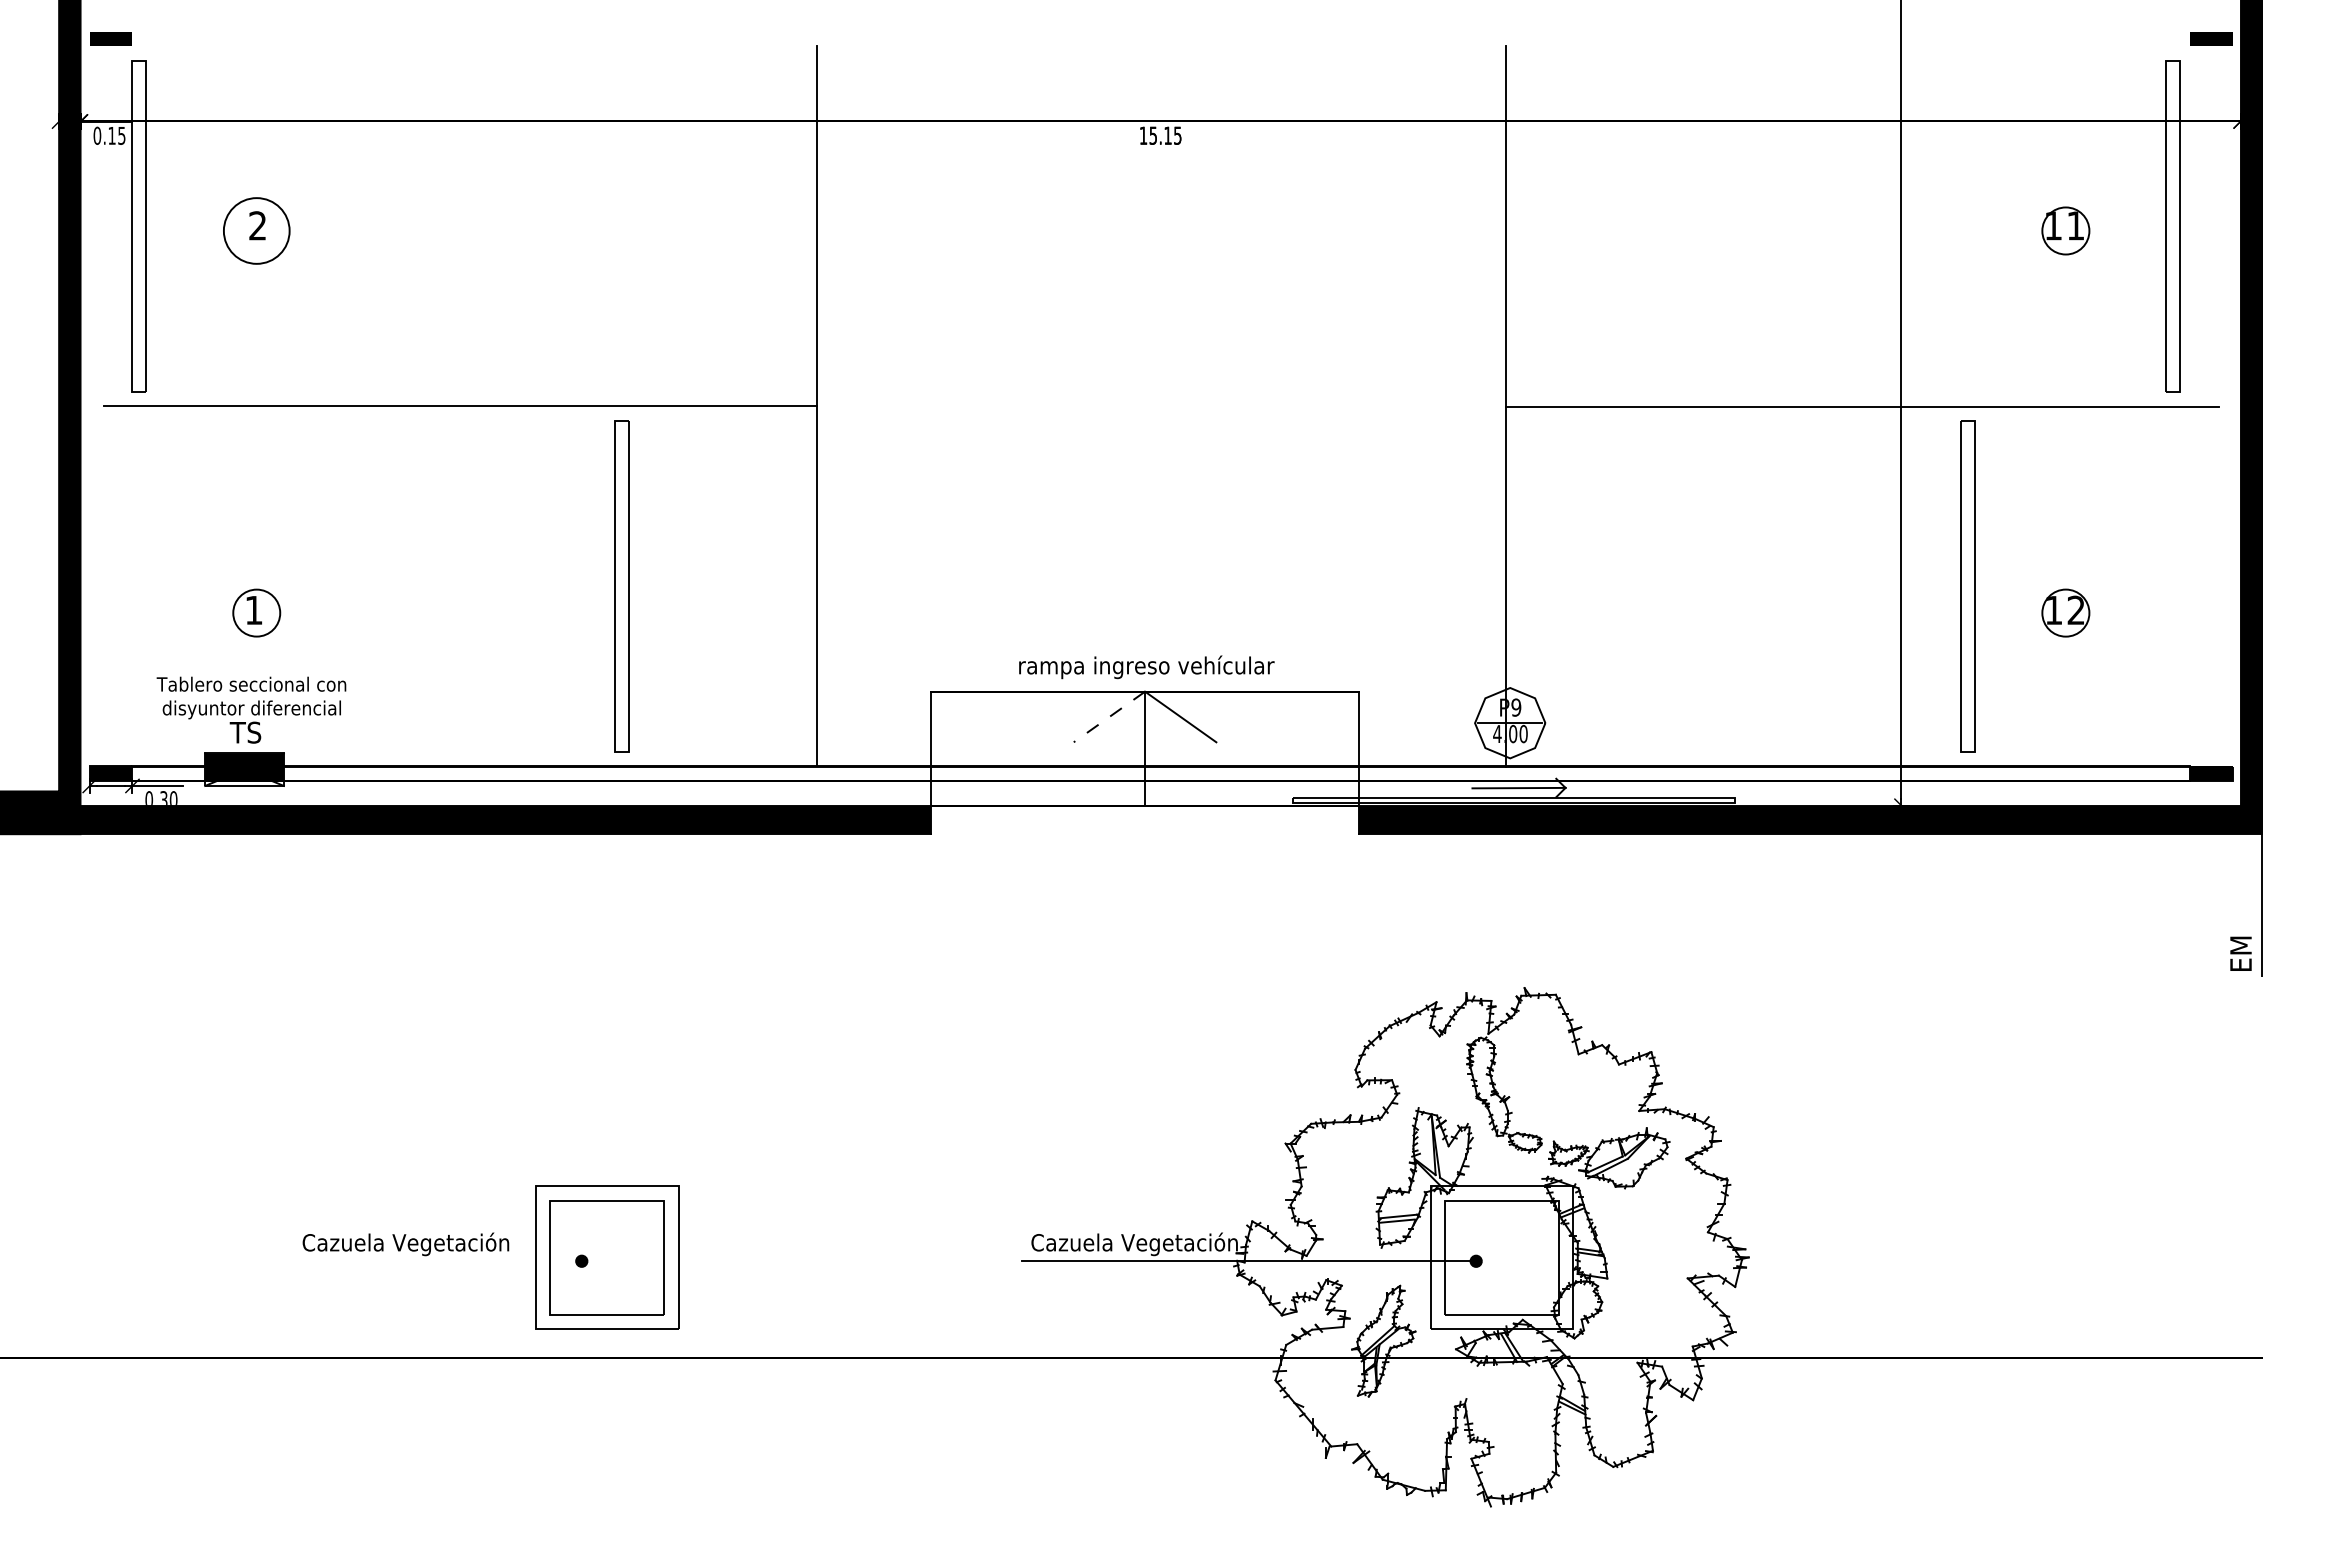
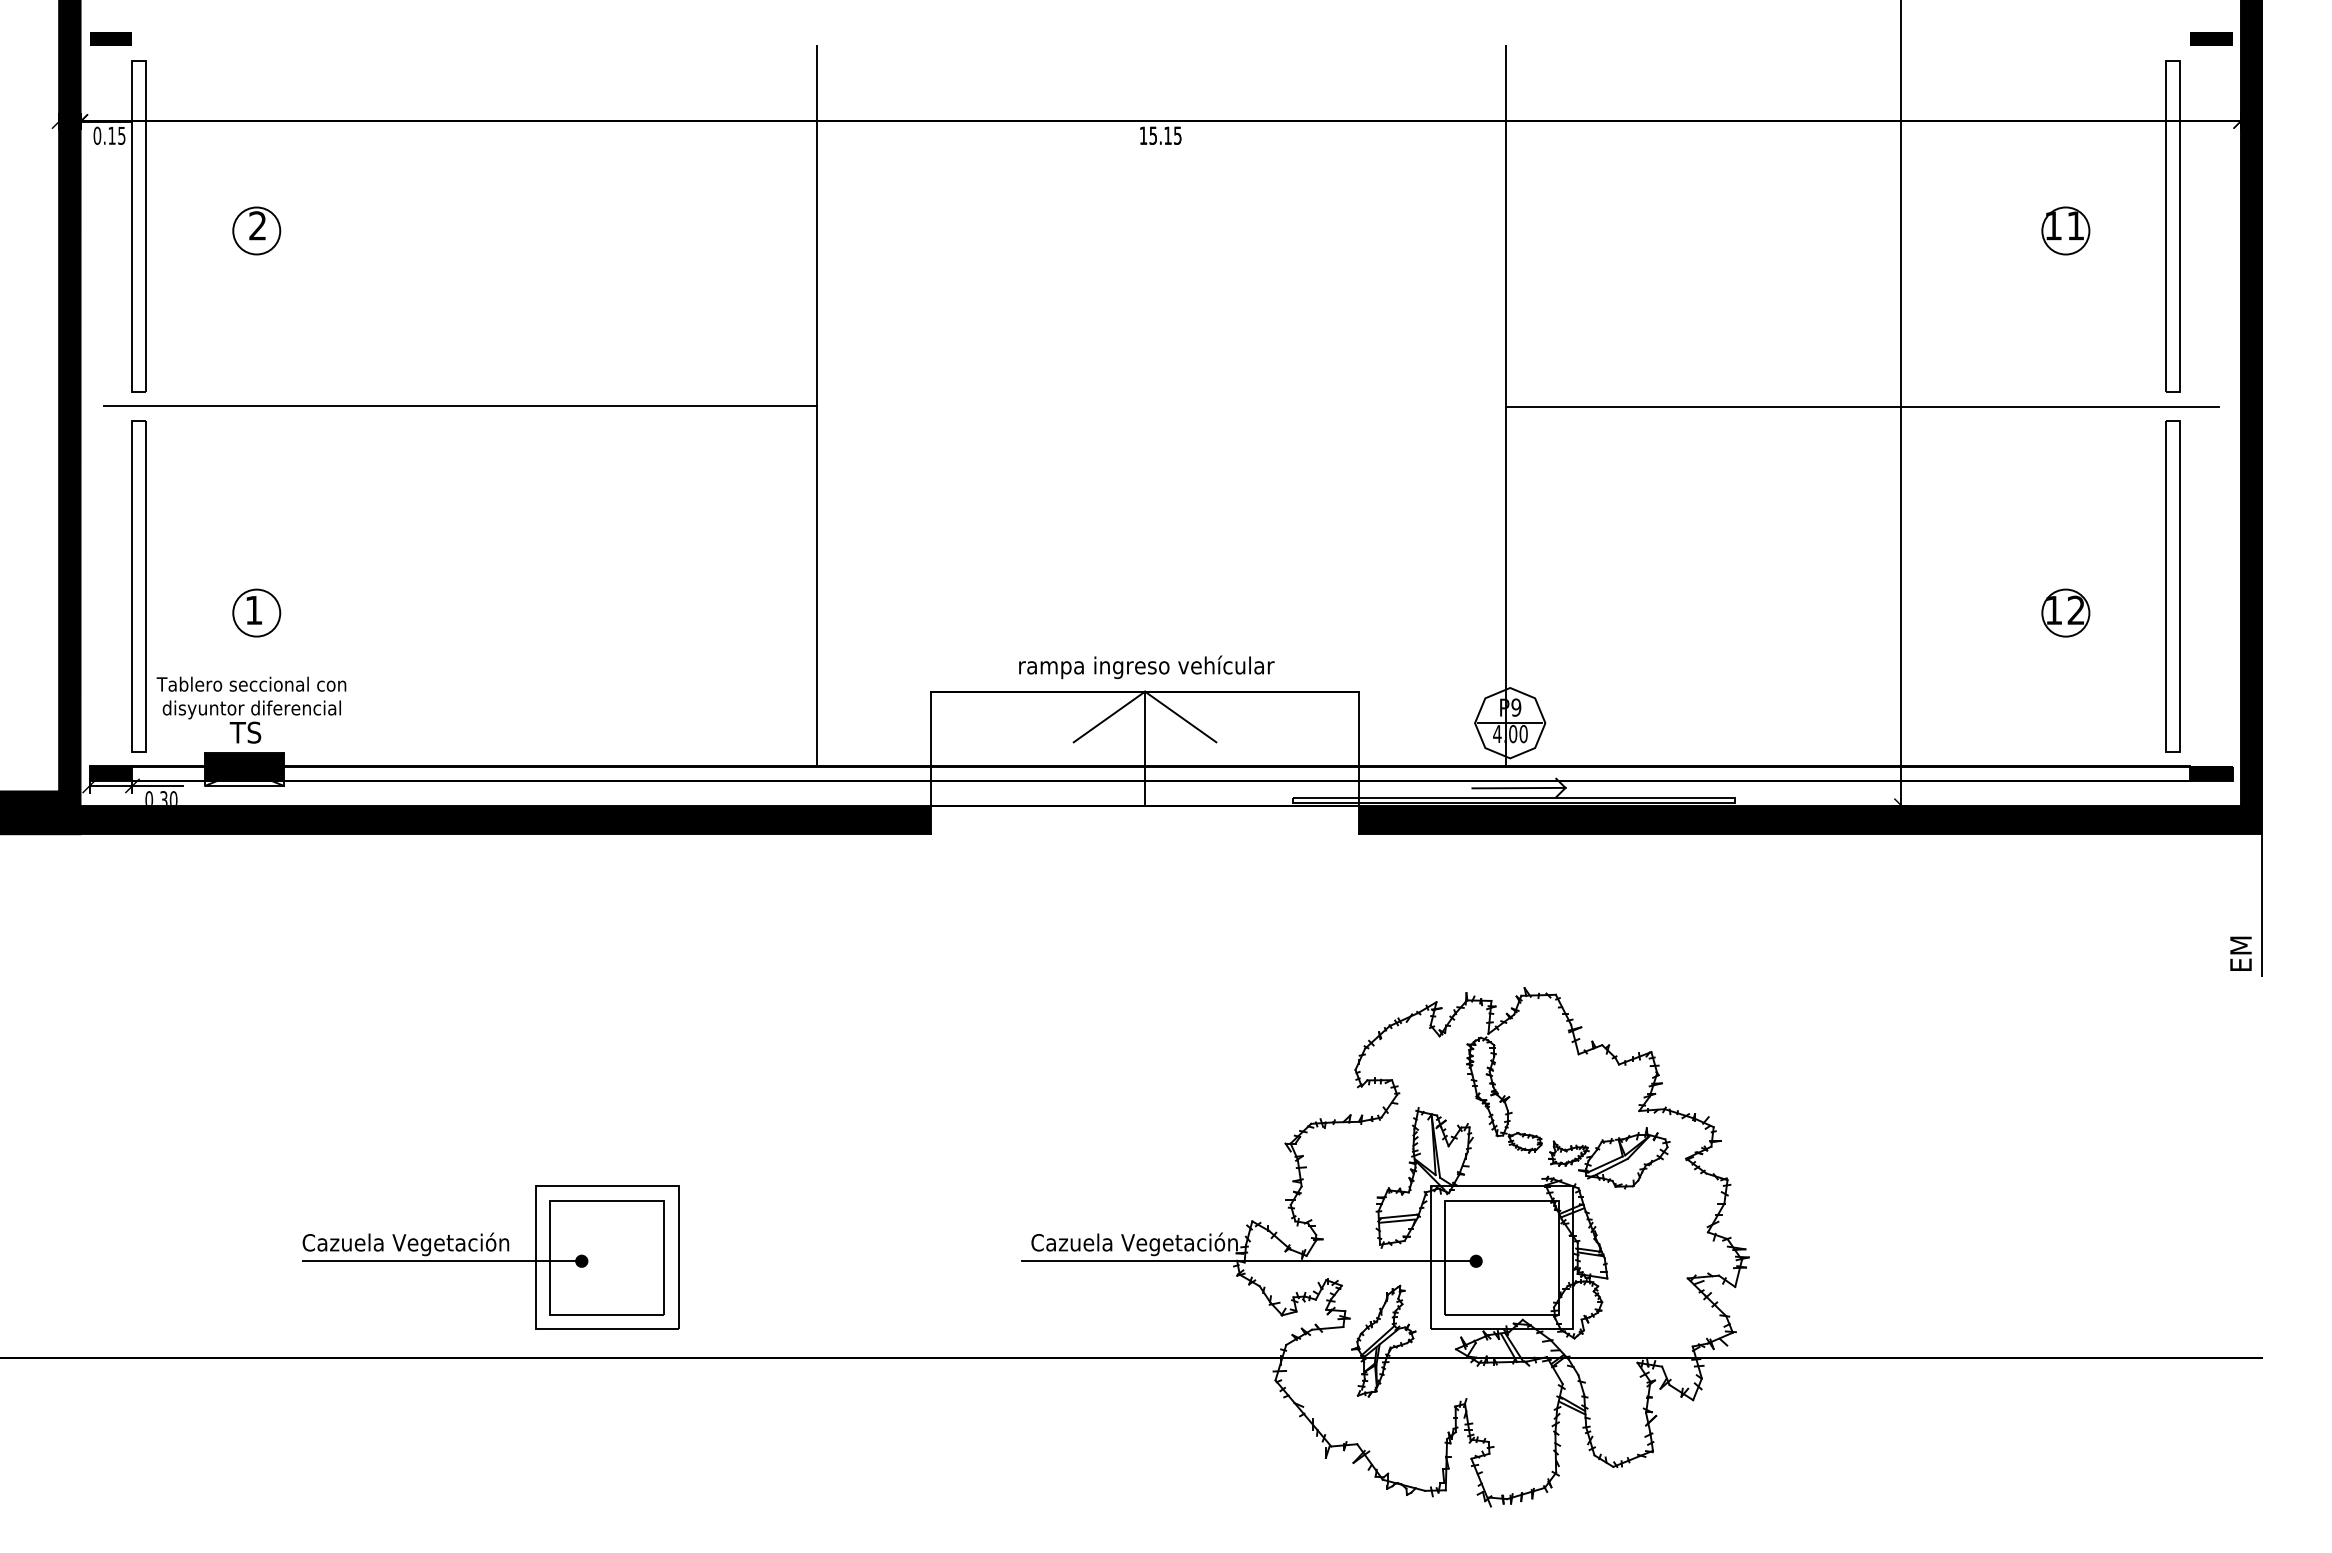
circle at (256, 230) diameter: 66 px -> 47 px
part at (621, 586) position: (621, 586) -> (138, 586)
part at (1967, 586) position: (1967, 586) -> (2172, 586)
line at (1109, 716): dashed -> solid
line at (442, 1261): none -> present
